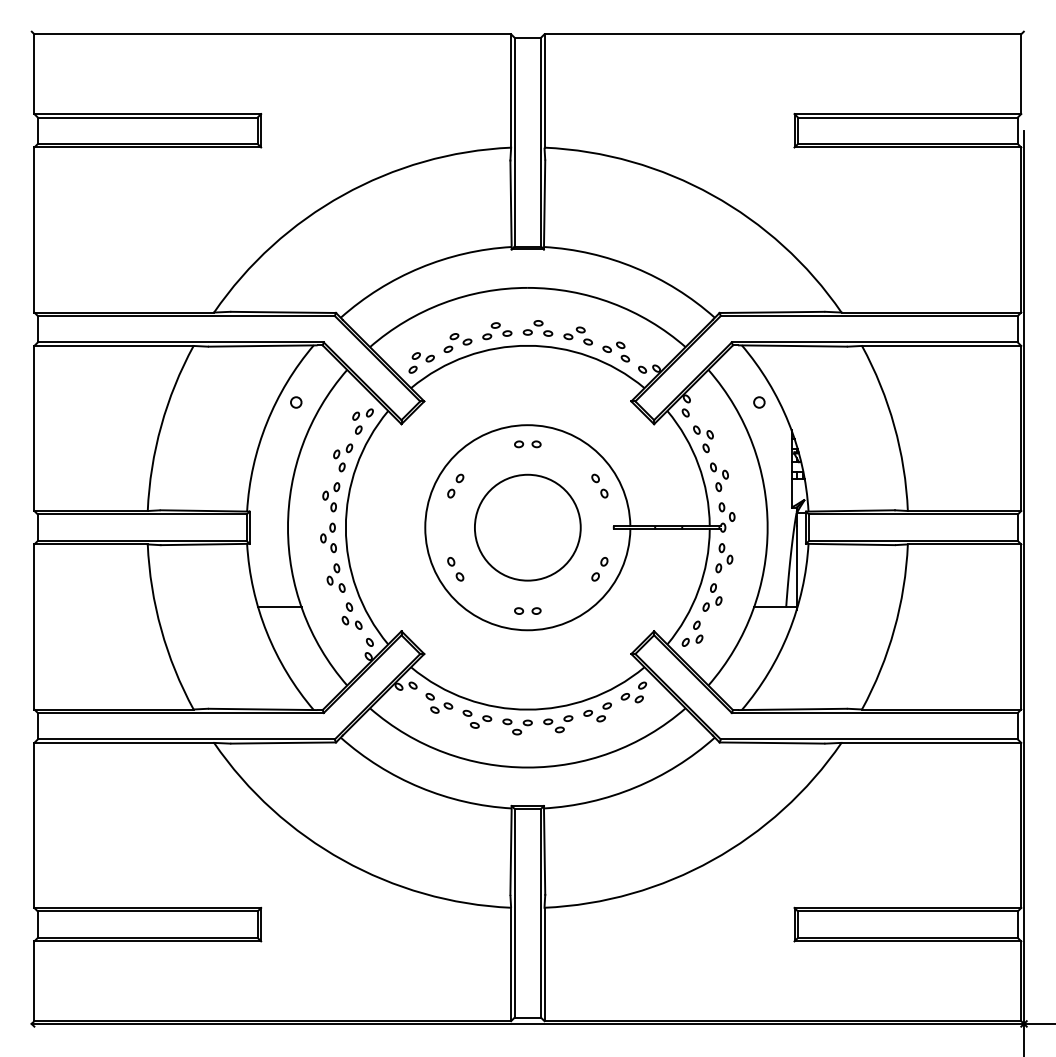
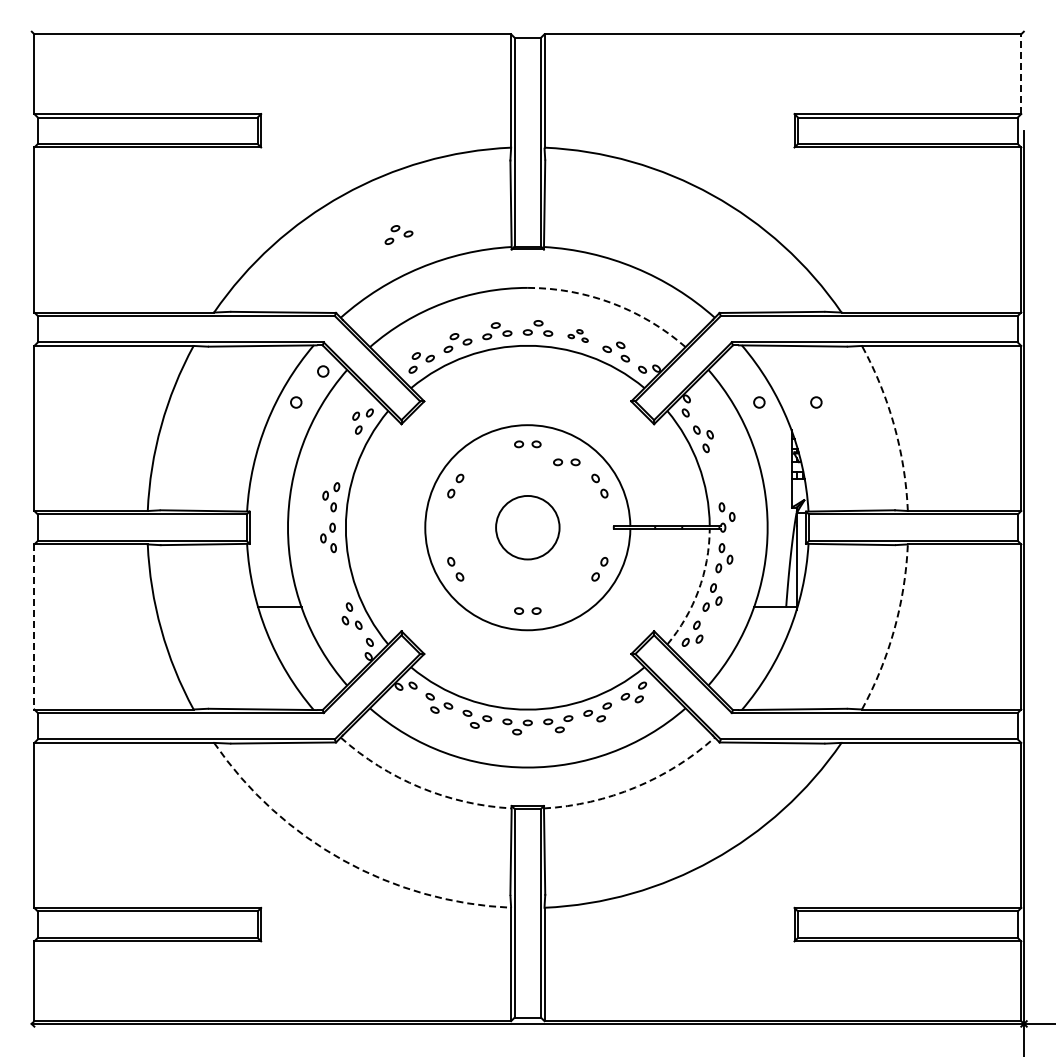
line at (1021, 74): solid -> dashed
part at (398, 234): none -> present
arc at (612, 303): solid -> dashed
part at (577, 335) size: 30x20 px -> 22x14 px
circle at (323, 371): none -> present
circle at (816, 402): none -> present
arc at (894, 425): solid -> dashed
part at (343, 457): present -> none
part at (566, 462): none -> present
part at (719, 477): present -> none
circle at (527, 527) diameter: 106 px -> 64 px
part at (335, 577): present -> none
arc at (698, 590): solid -> dashed
line at (34, 626): solid -> dashed
arc at (894, 629): solid -> dashed
arc at (420, 787): solid -> dashed
arc at (635, 787): solid -> dashed
arc at (343, 860): solid -> dashed
